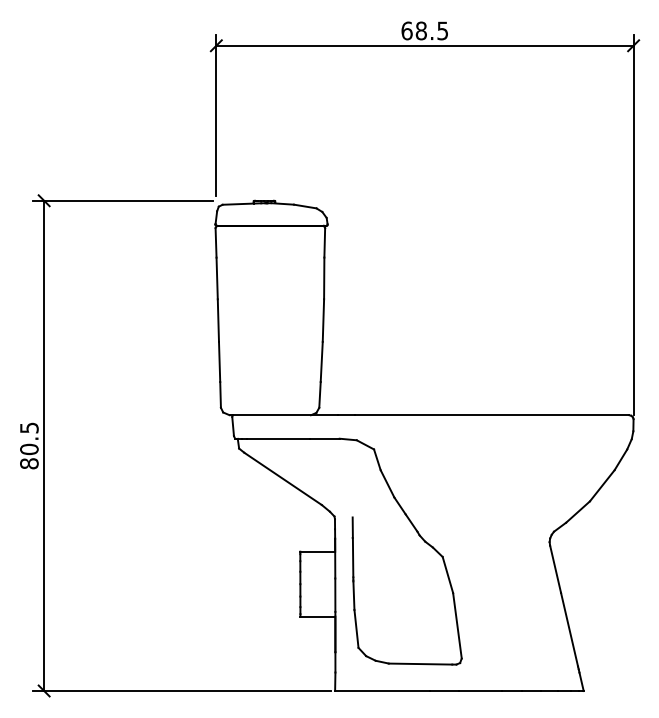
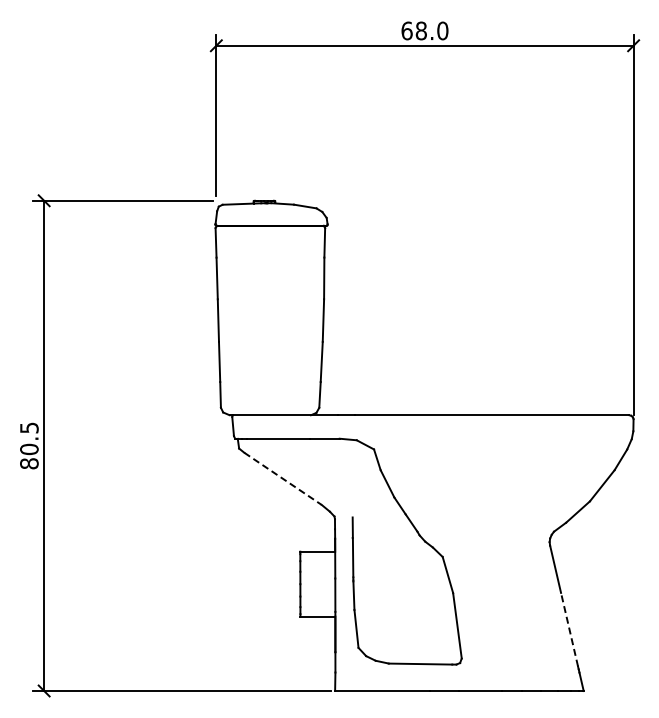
text at (442, 30): 68.5 -> 68.0
line at (283, 478): solid -> dashed
line at (569, 629): solid -> dashed
